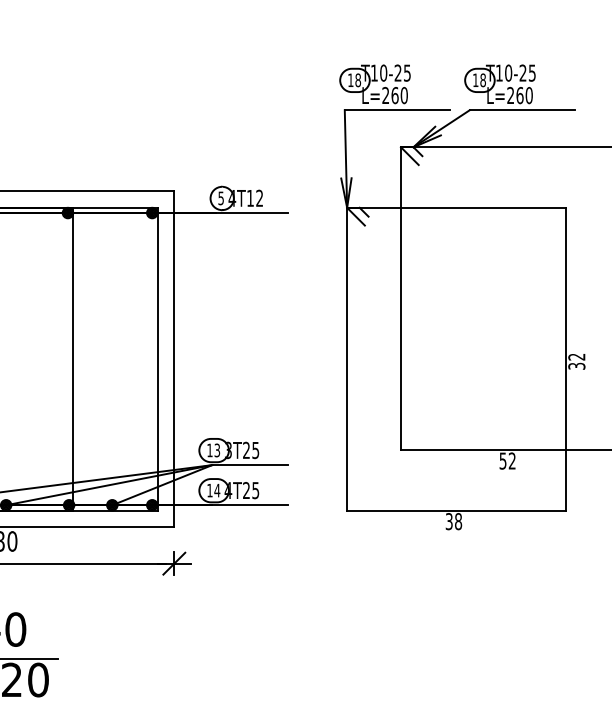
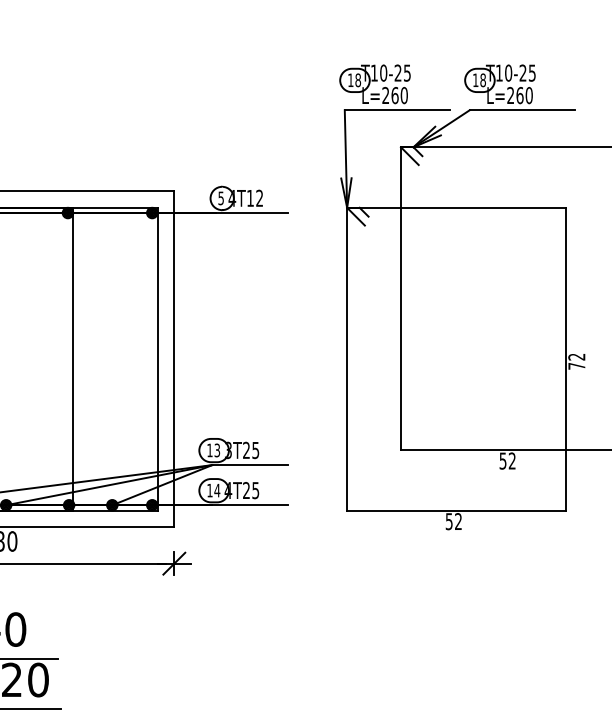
text at (576, 365): 32 -> 72
text at (454, 521): 38 -> 52
line at (31, 709): none -> present
